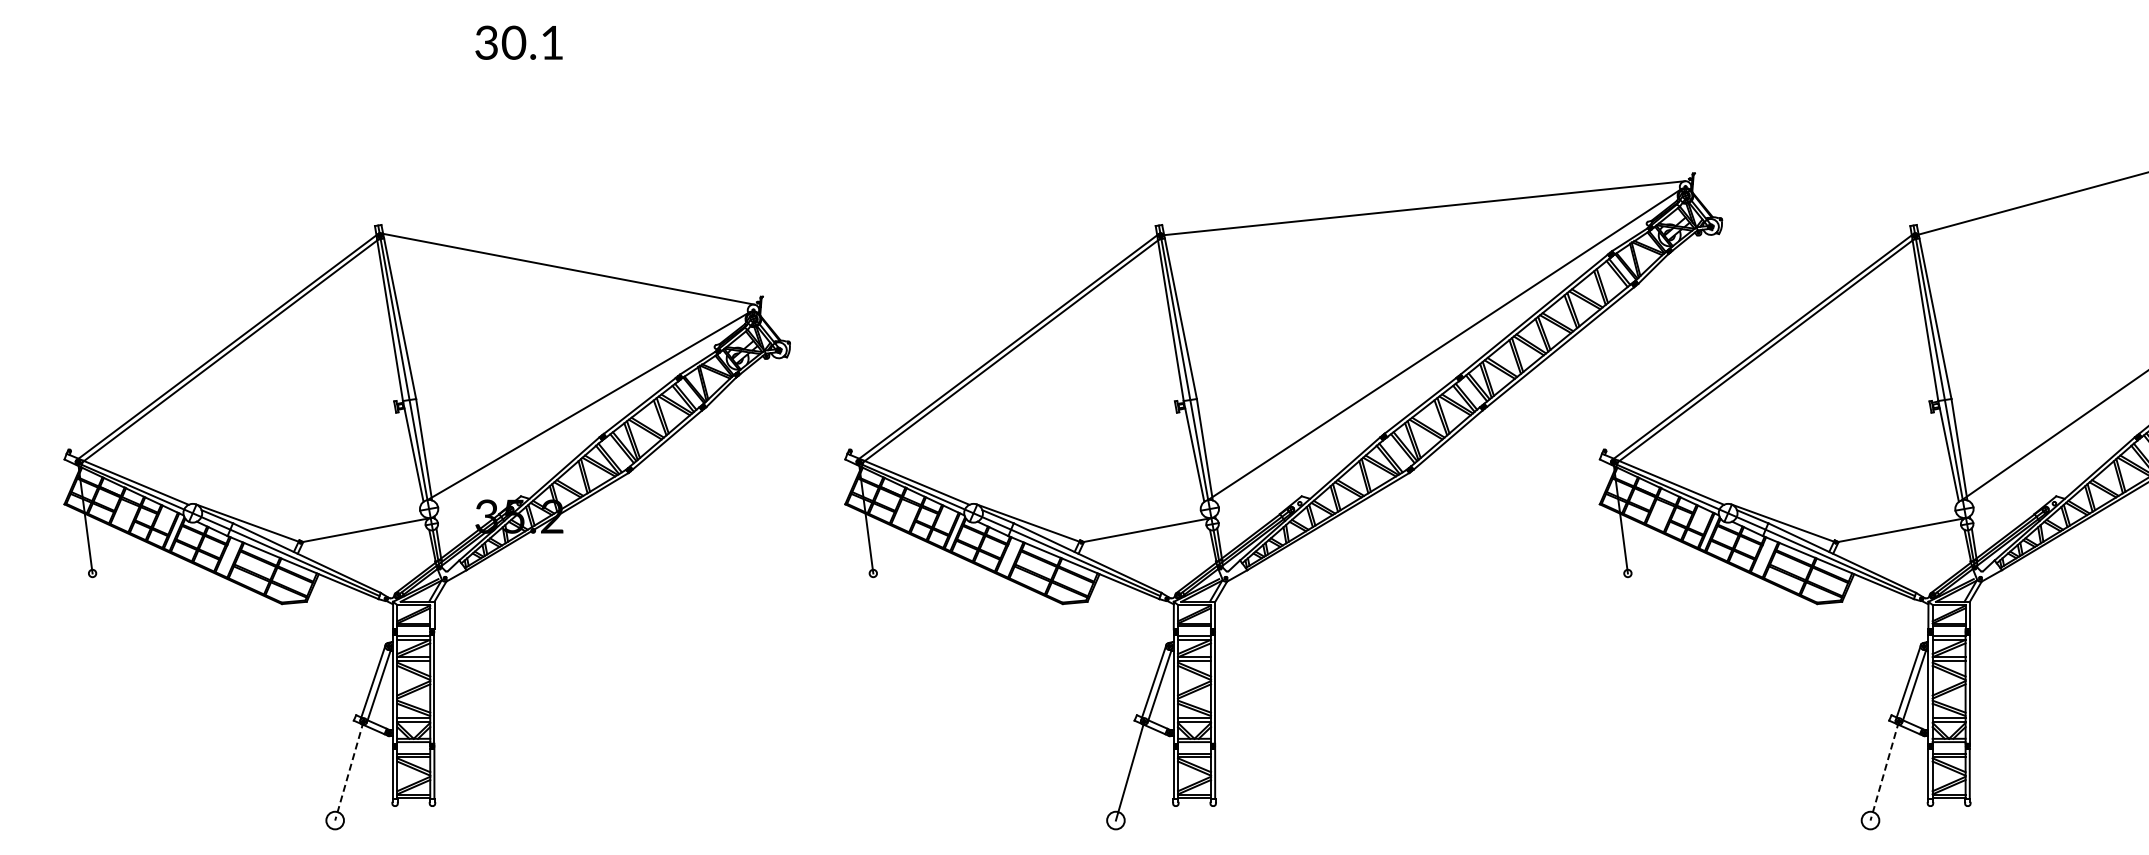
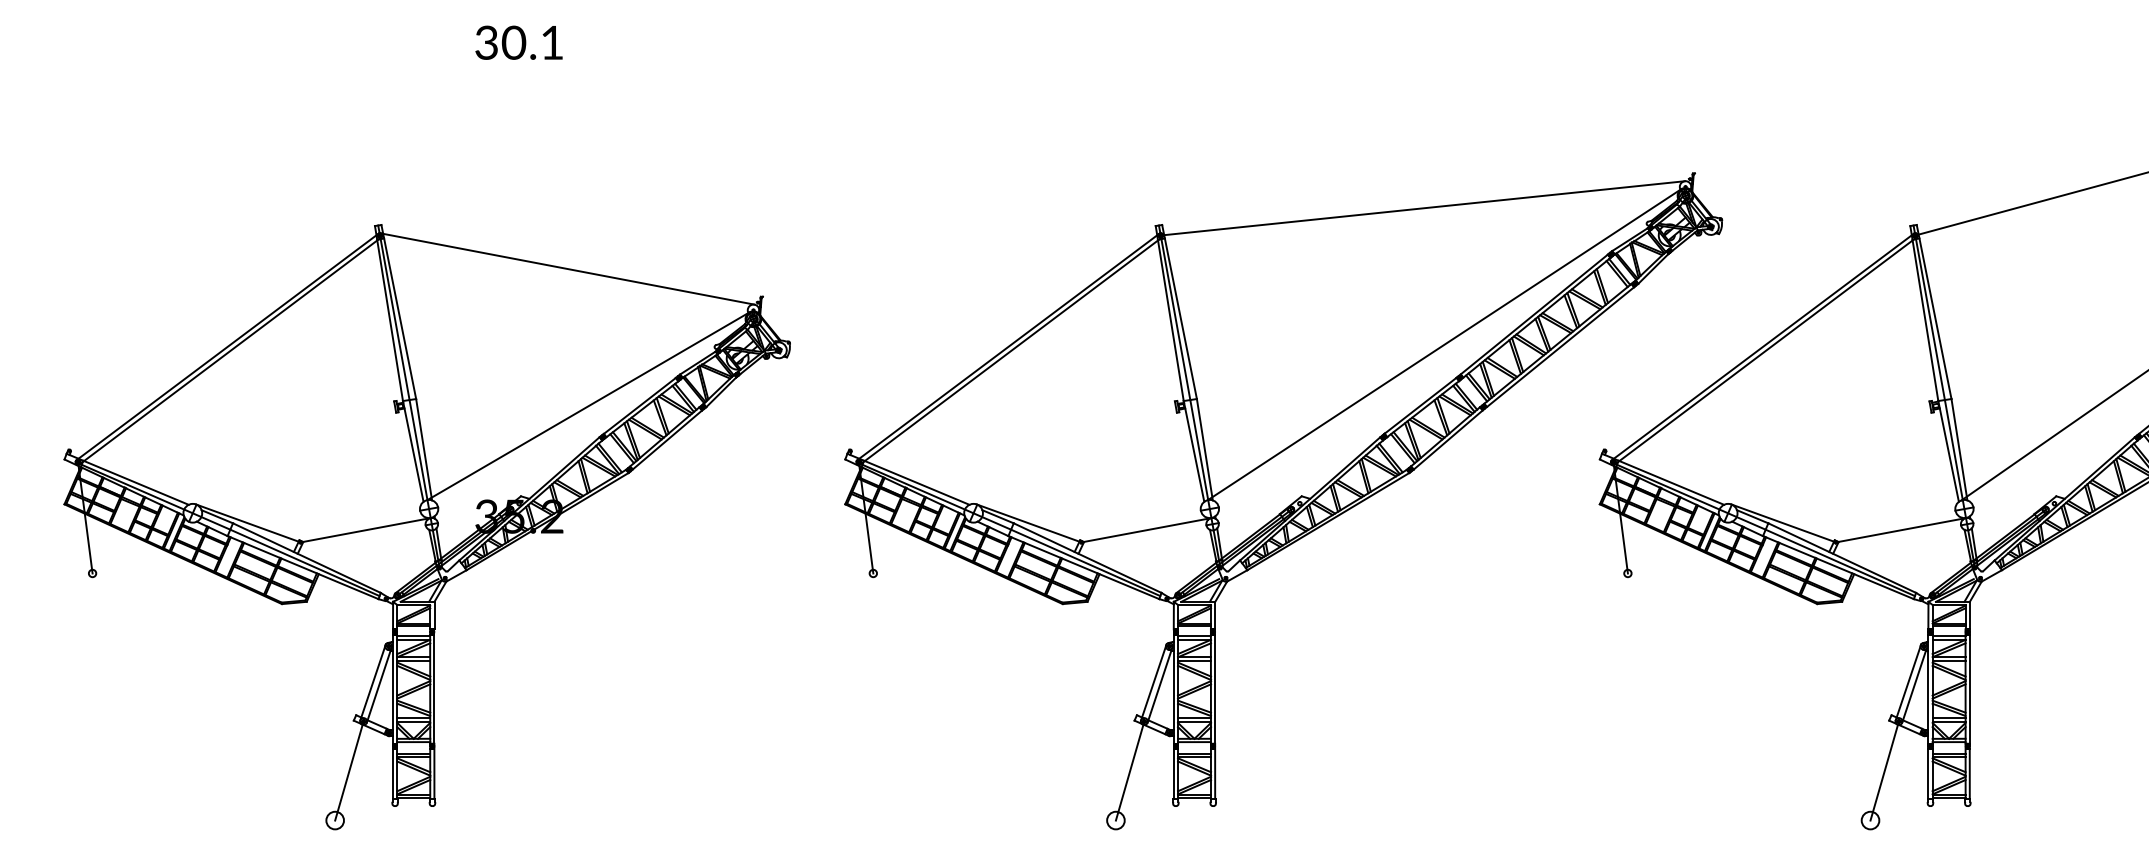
line at (349, 771): dashed -> solid
line at (1884, 771): dashed -> solid
